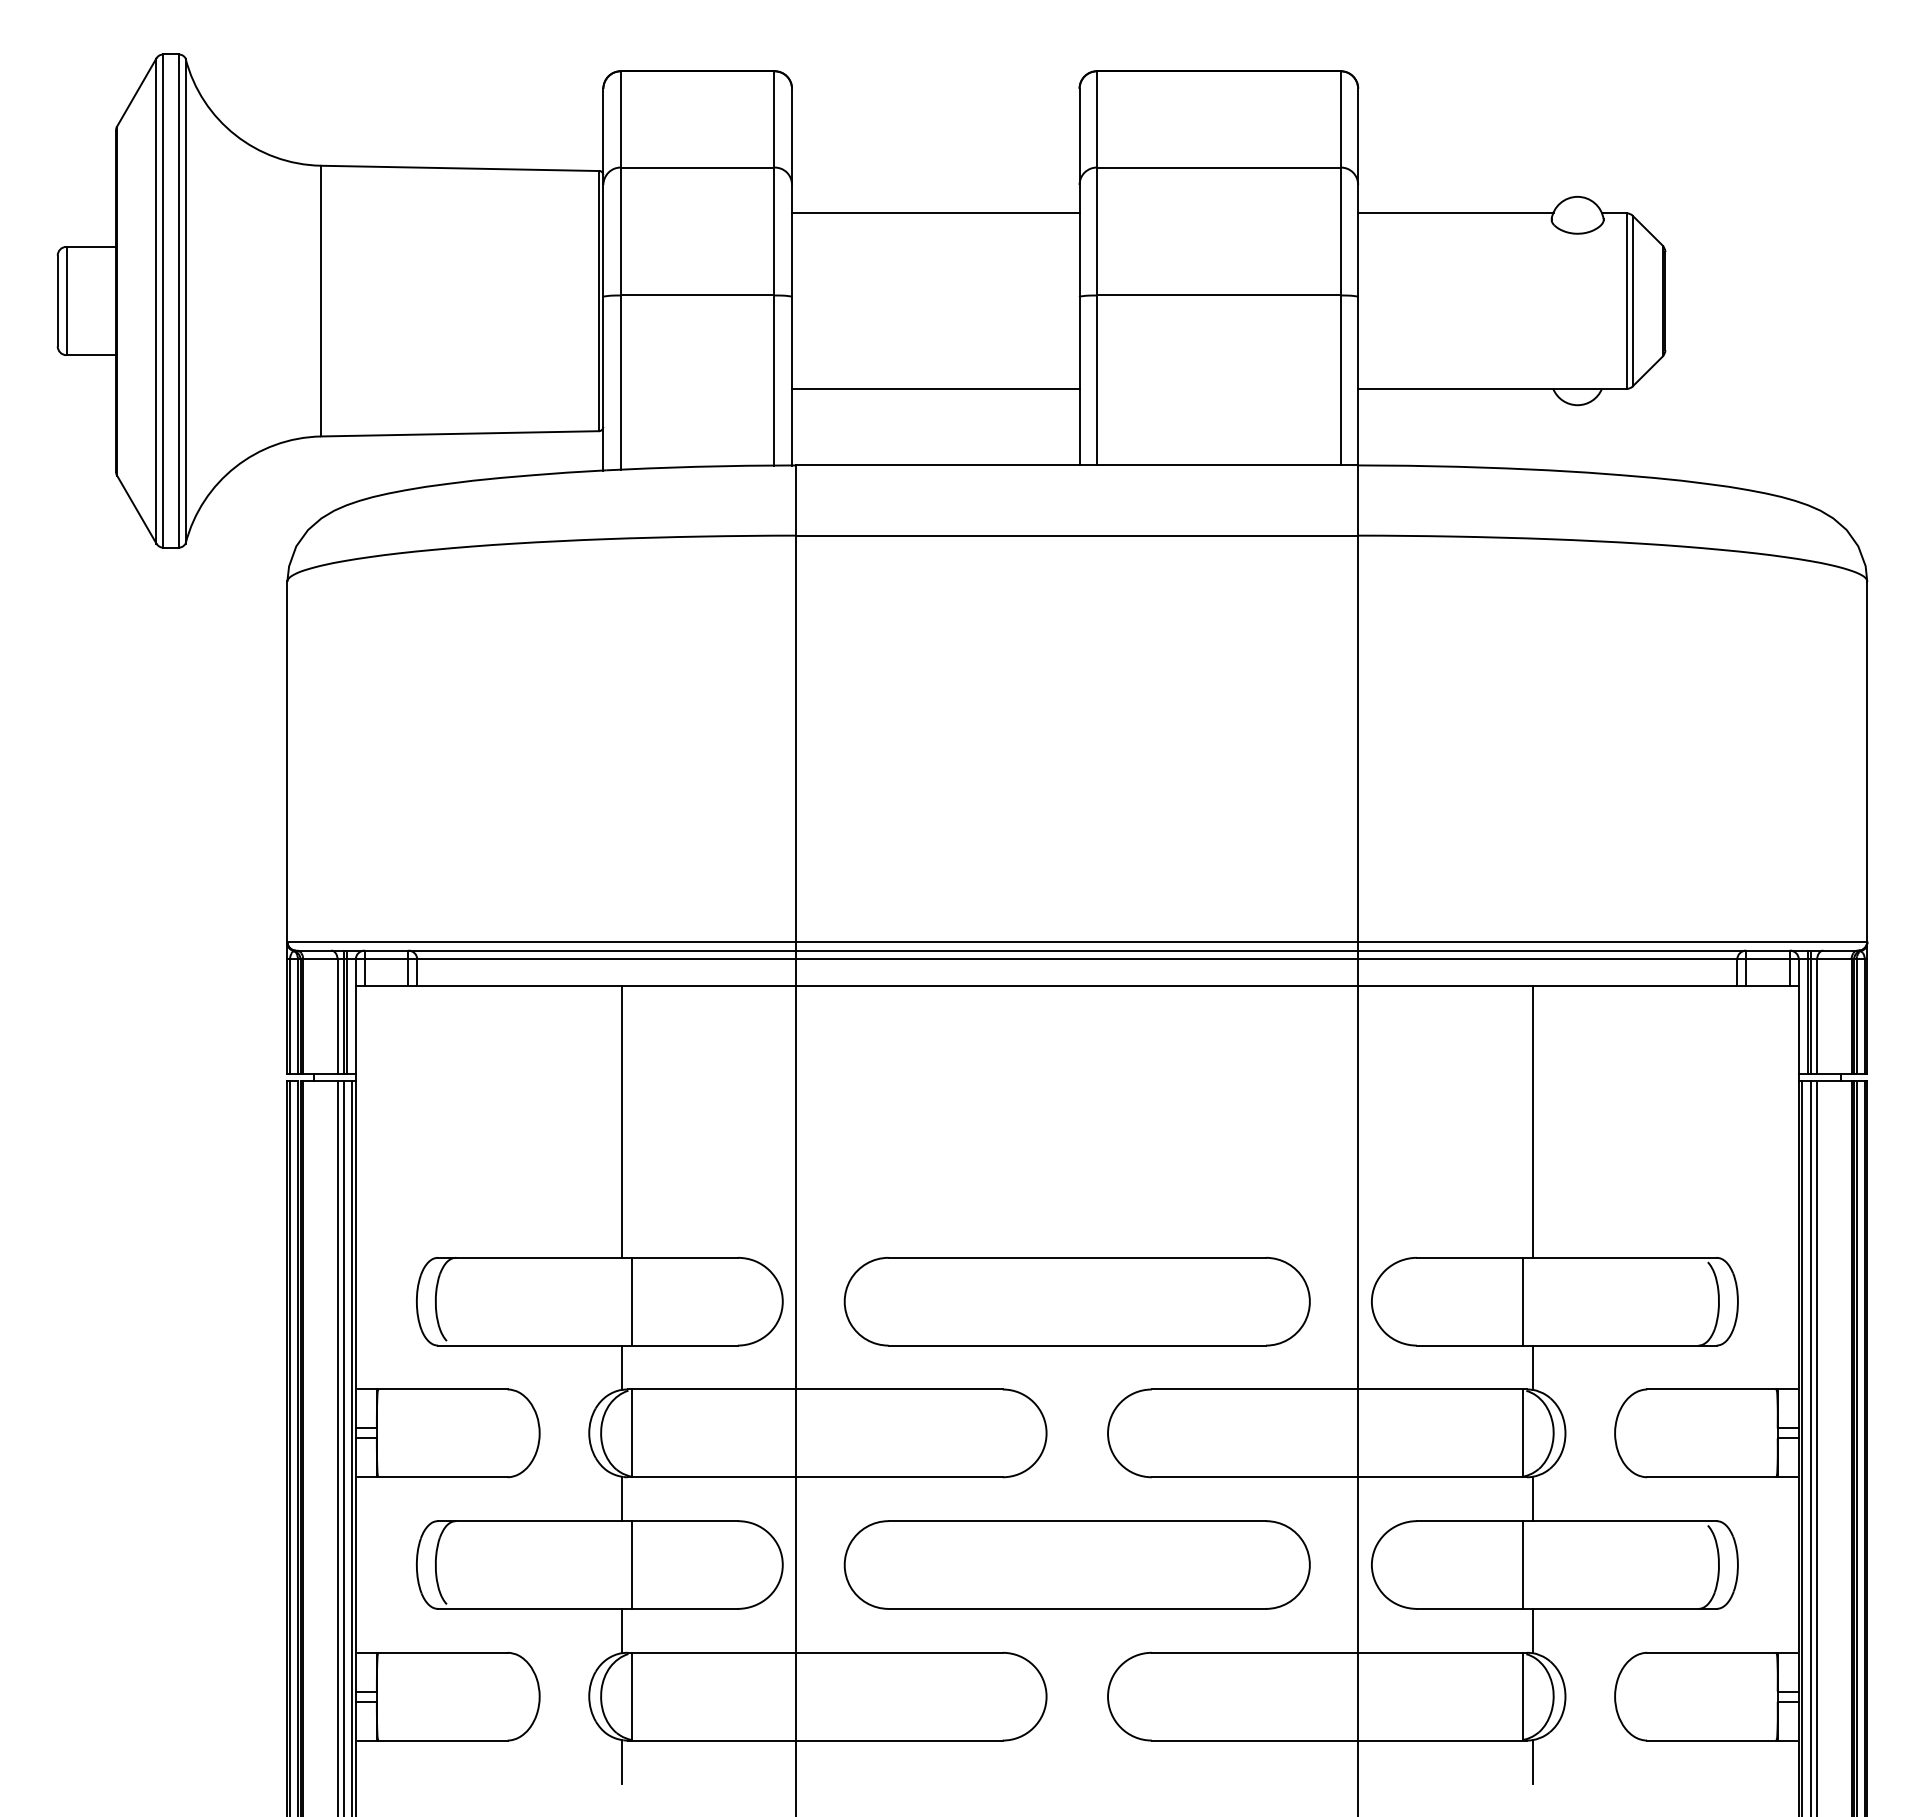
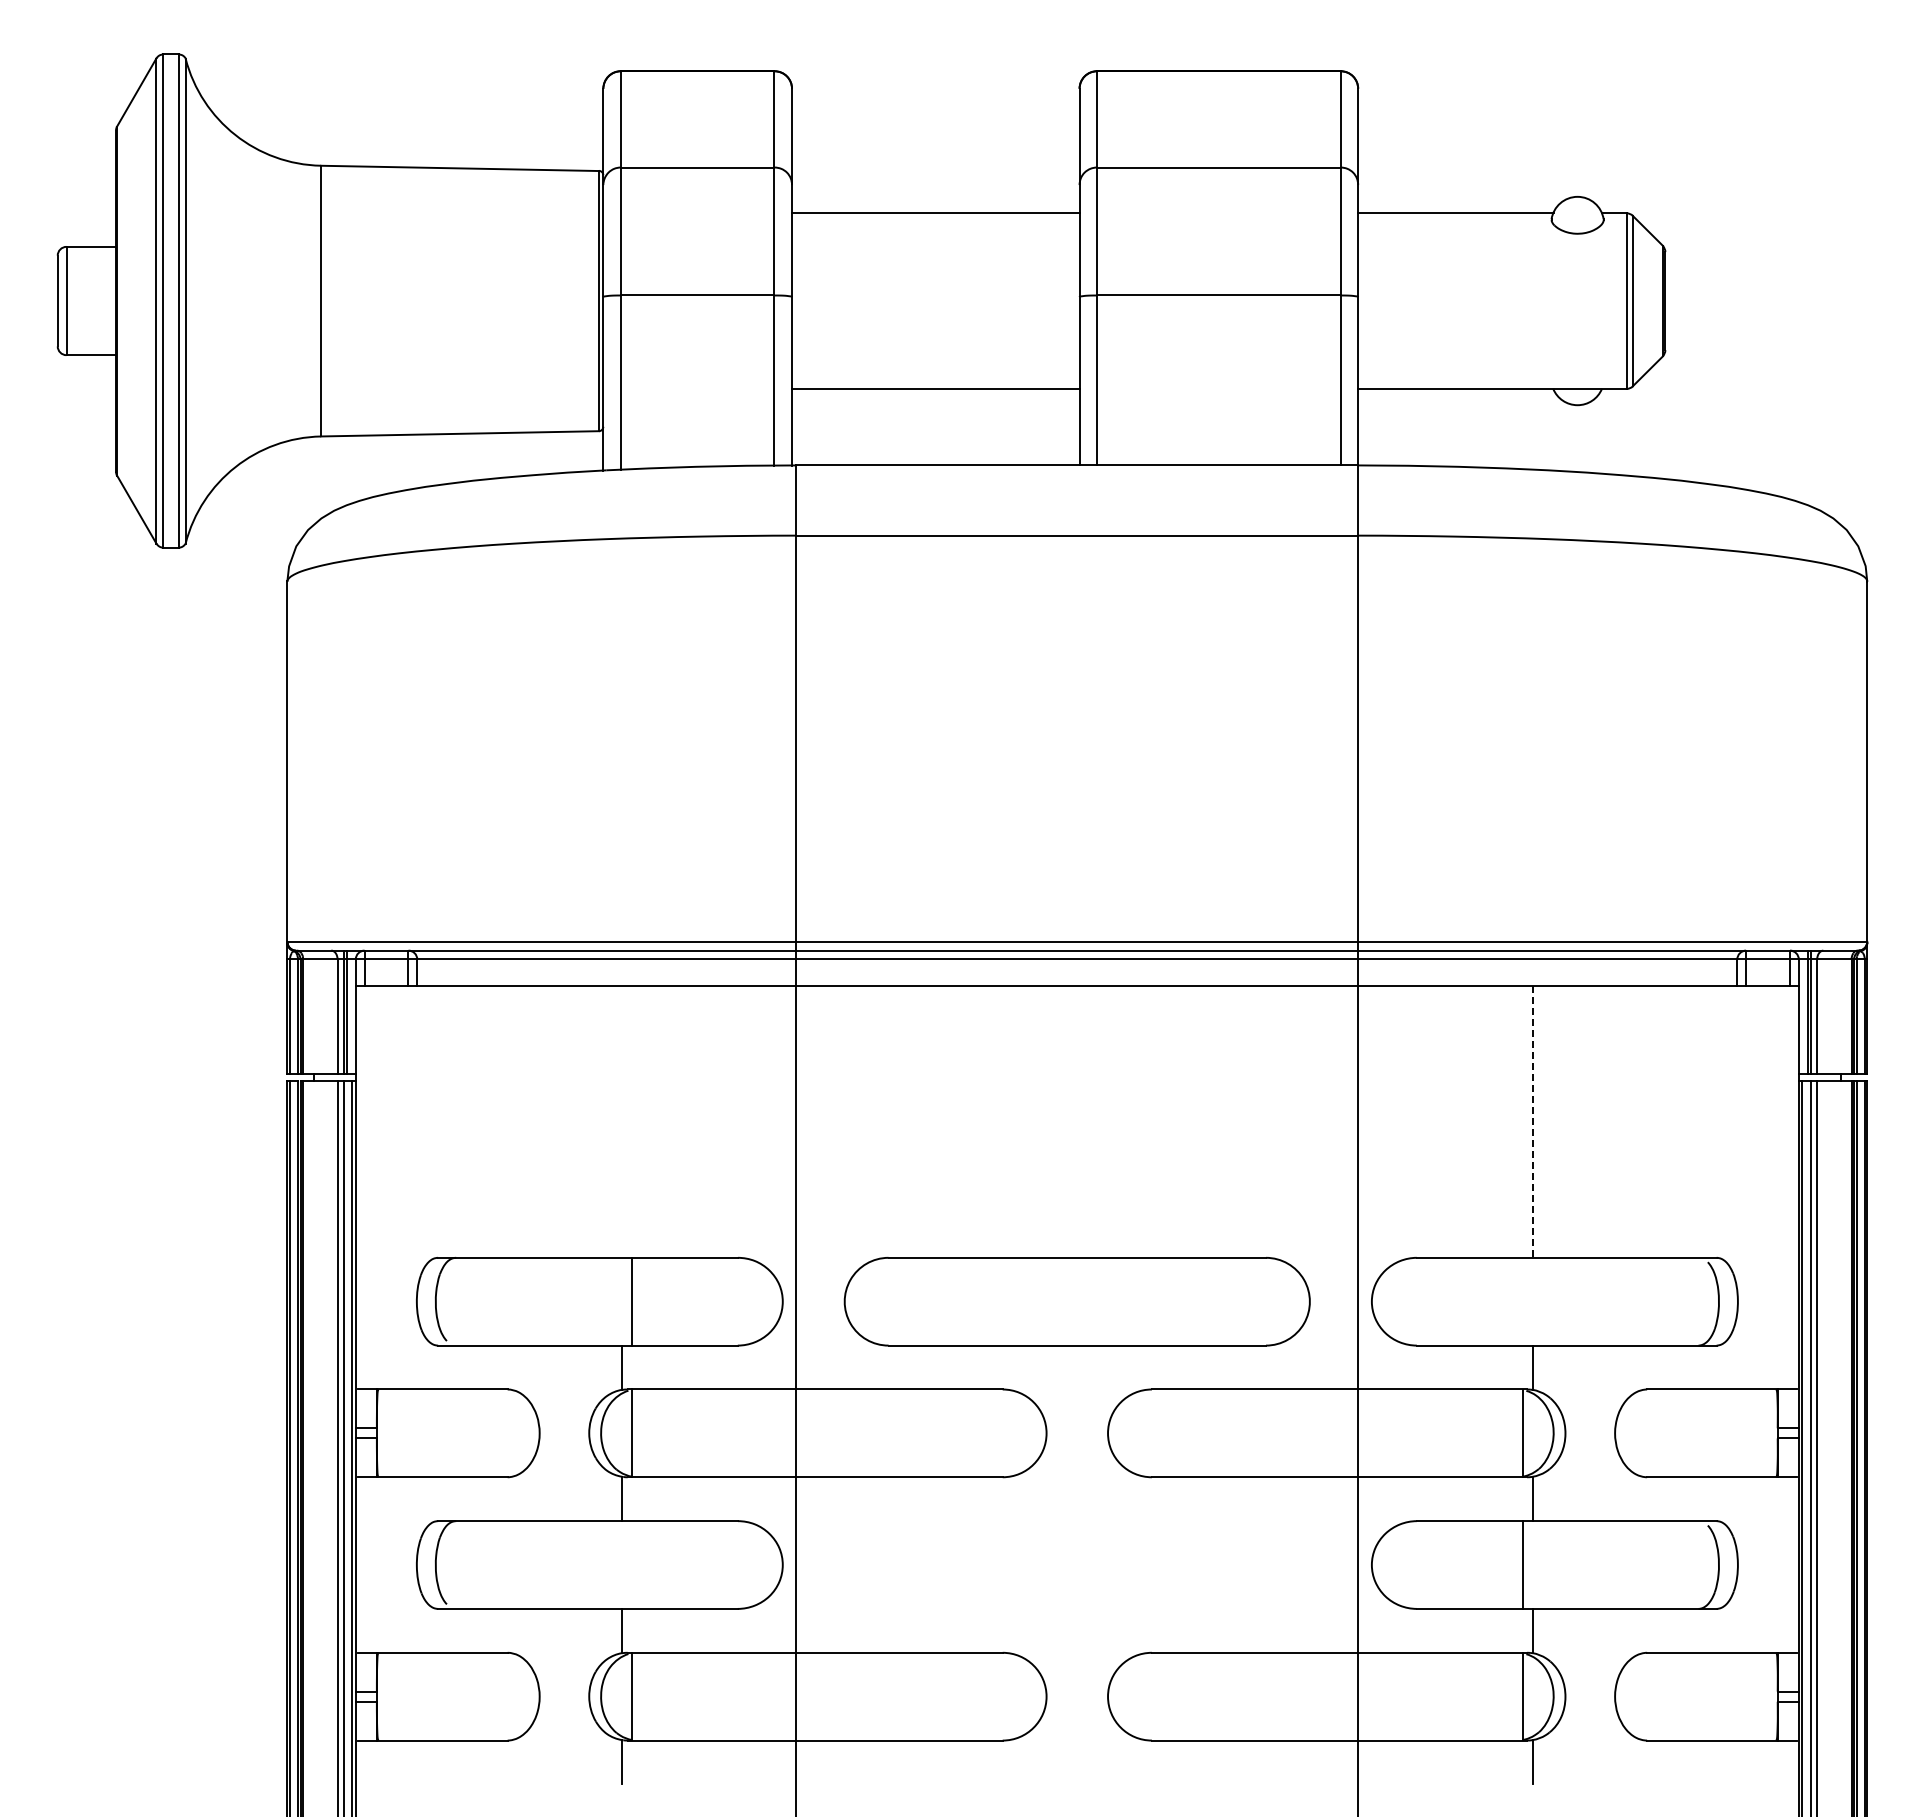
line at (621, 1121): present -> none
line at (1532, 1122): solid -> dashed
line at (1522, 1301): present -> none
line at (632, 1564): present -> none
part at (1076, 1564): present -> none
